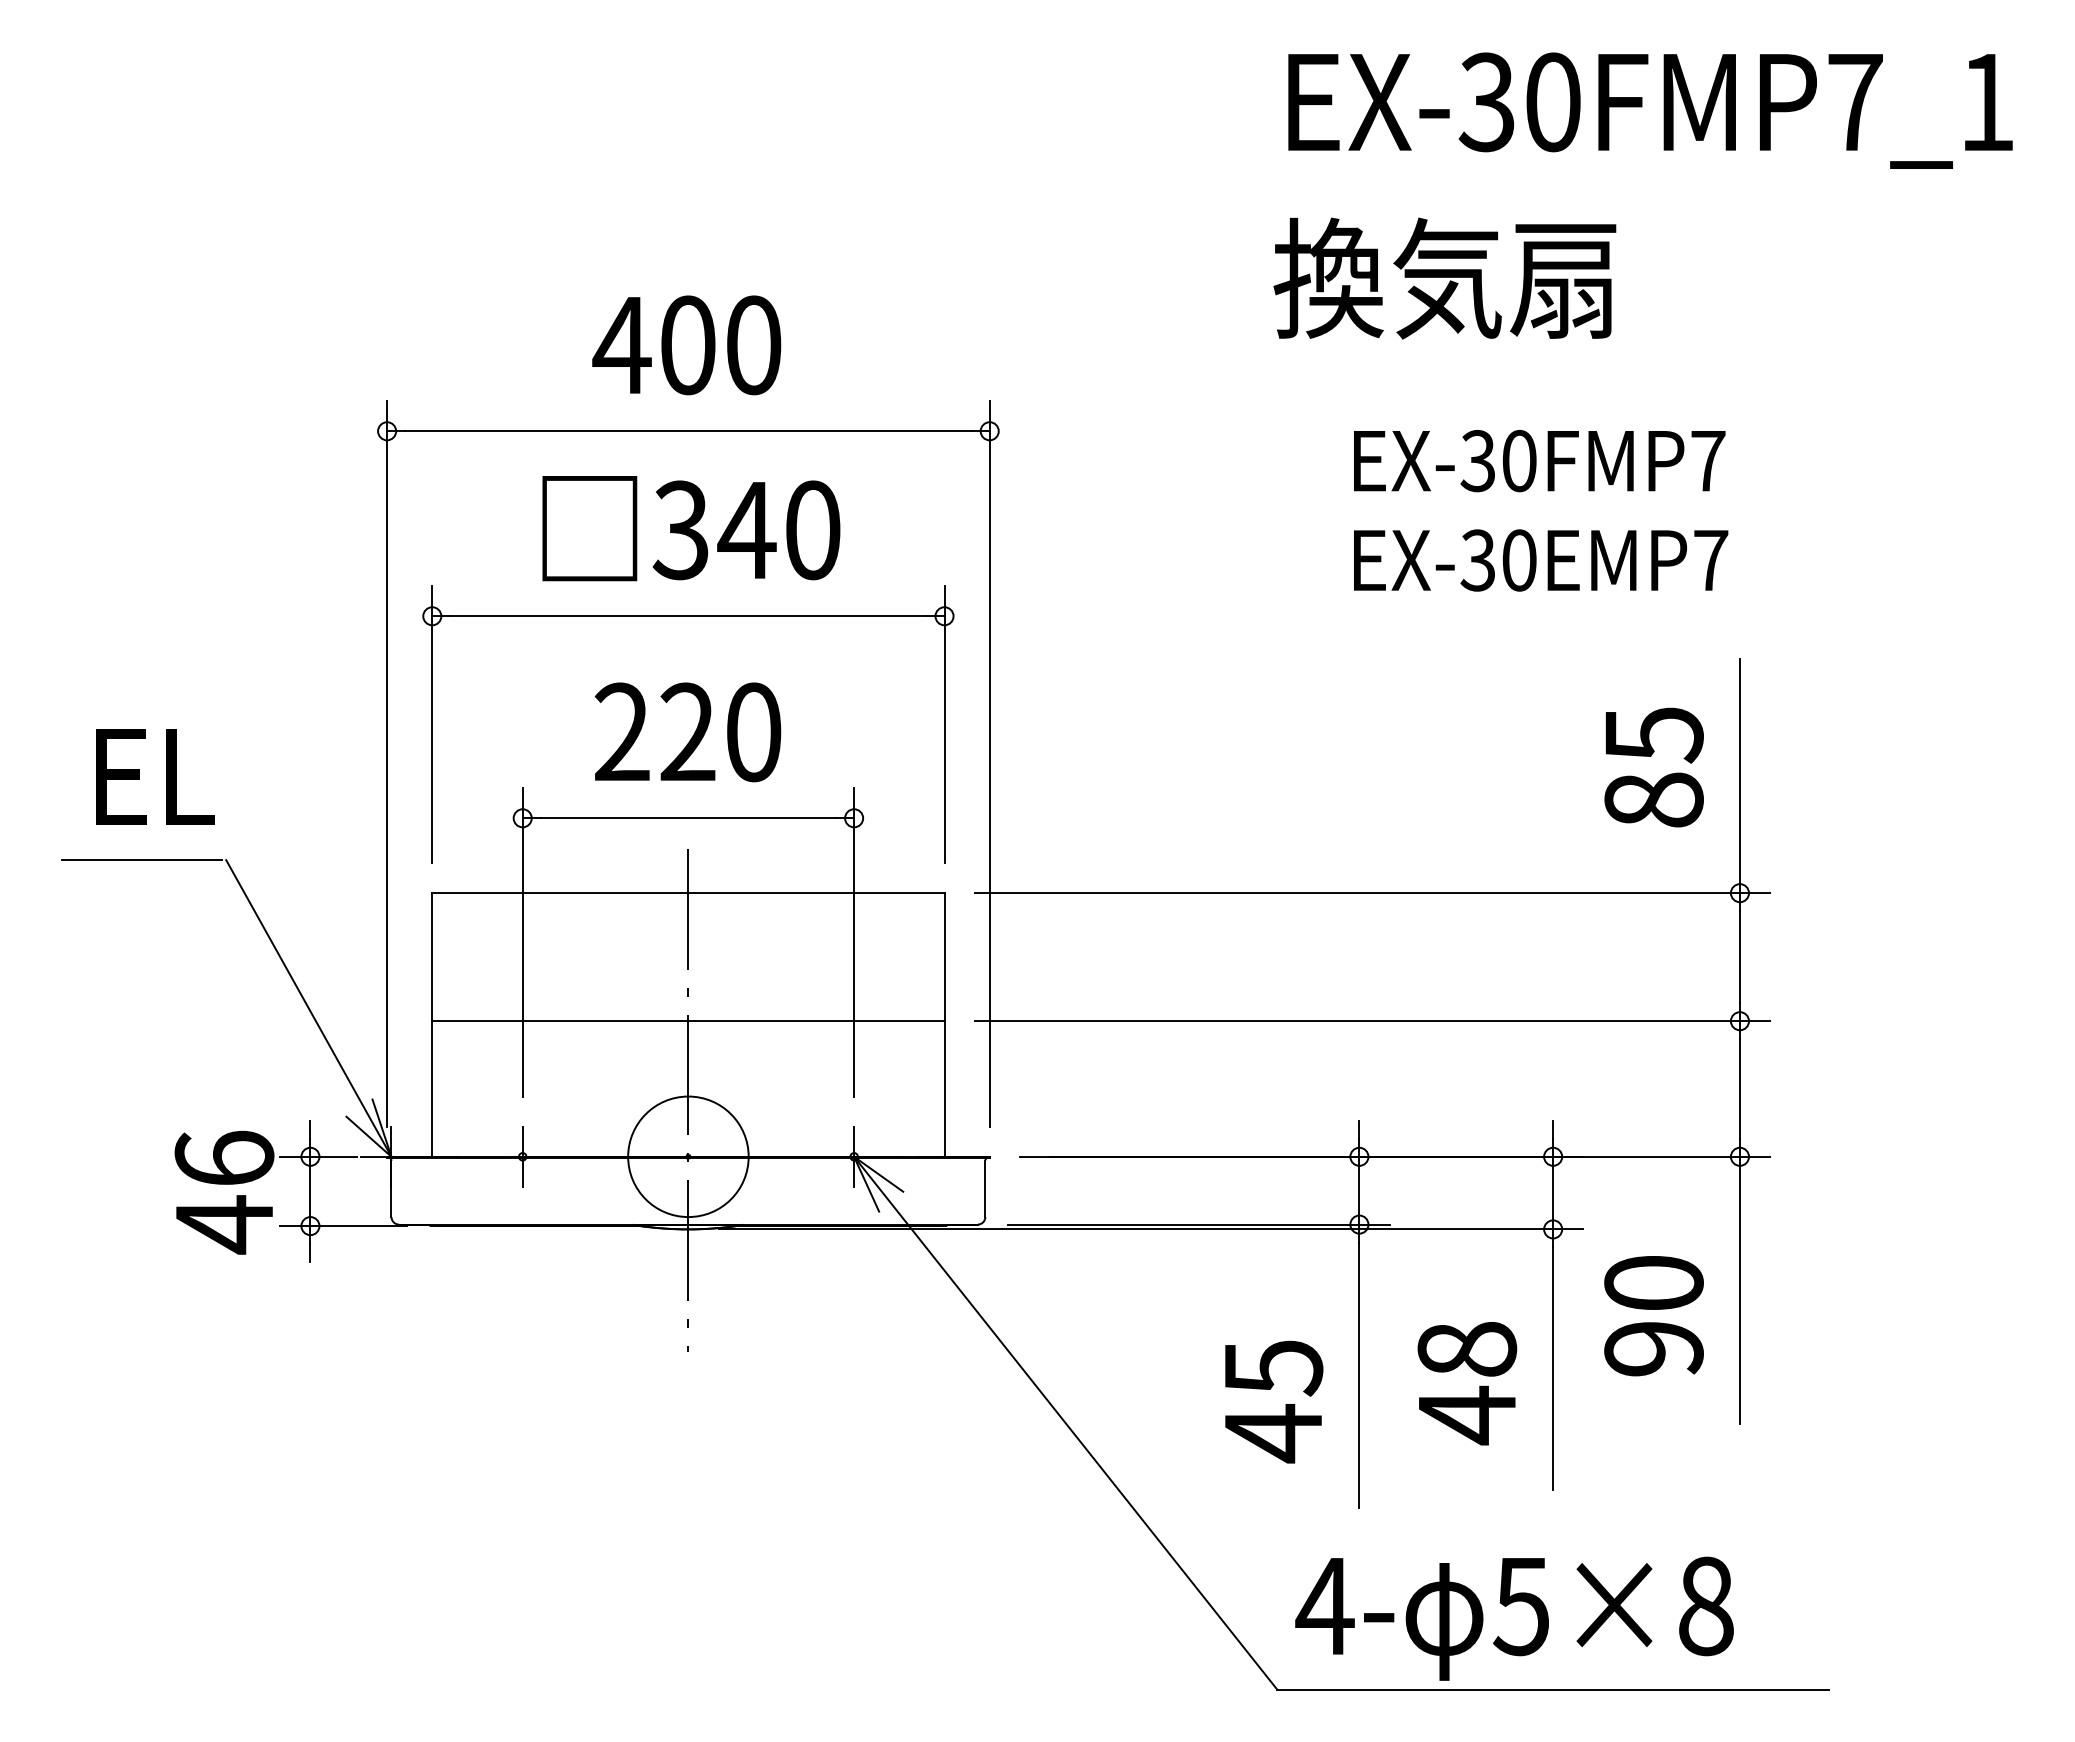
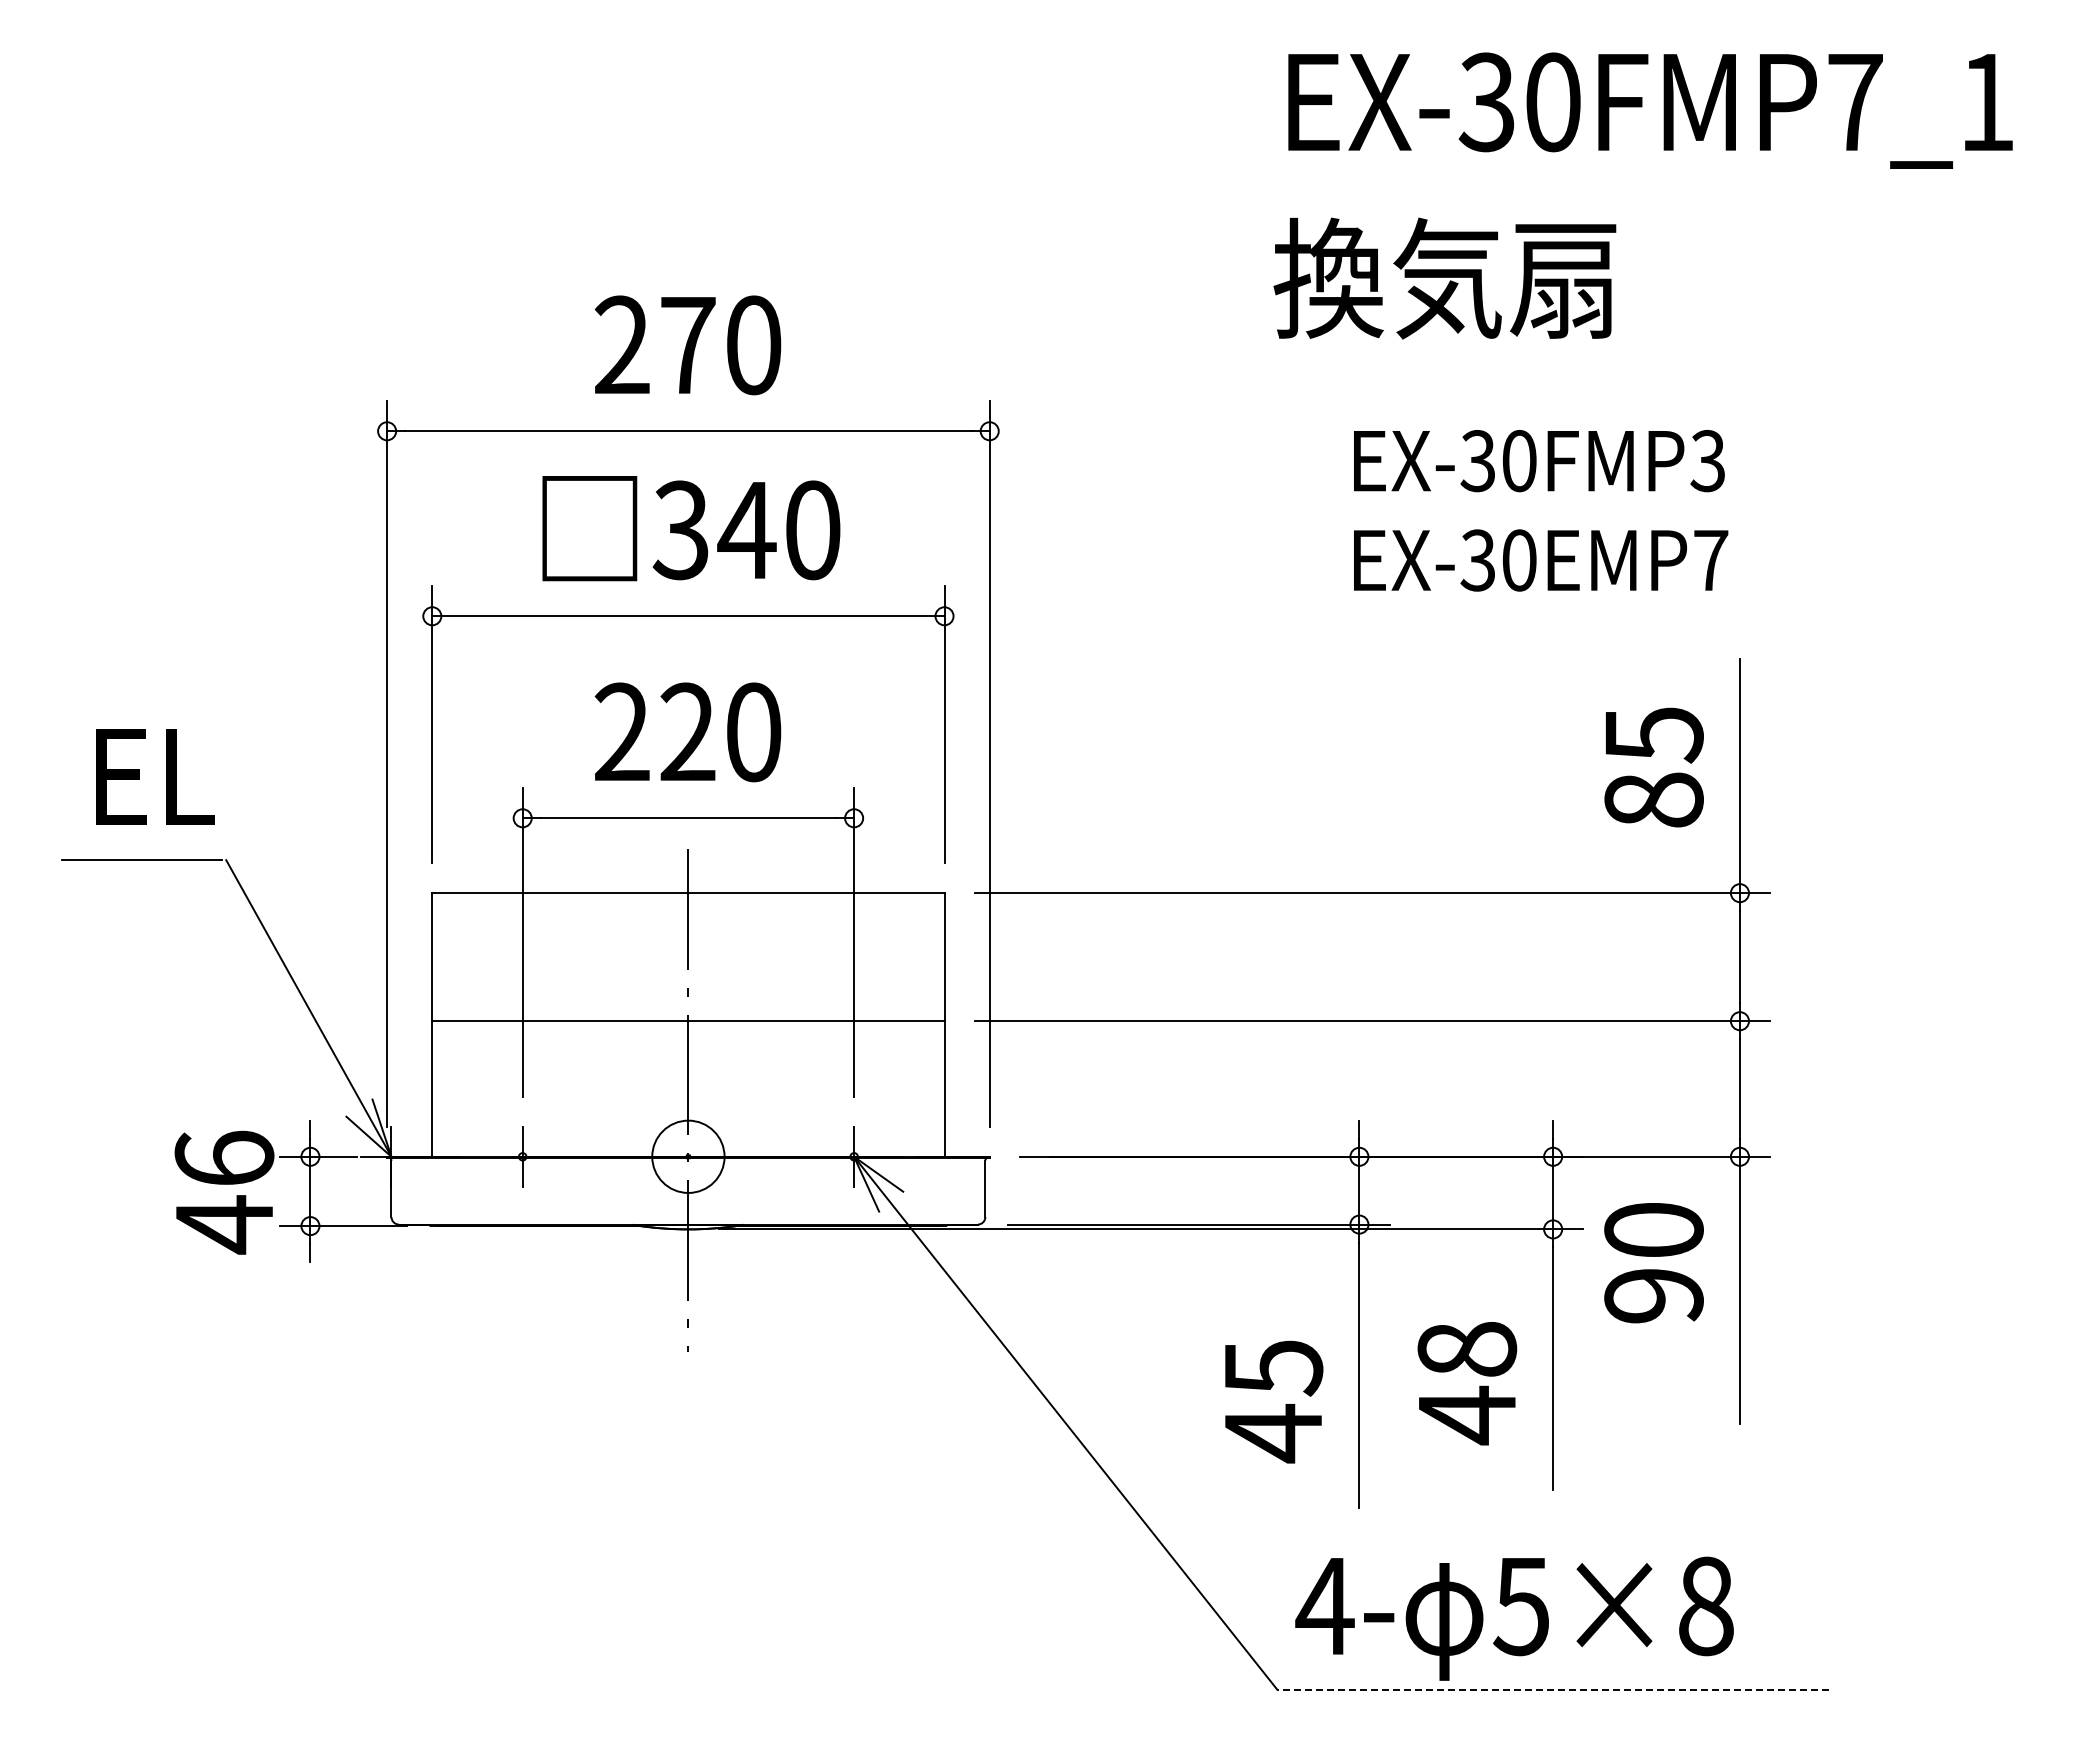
text at (653, 345): 400 -> 270
text at (1707, 461): EX-30FMP7 -> EX-30FMP3
circle at (688, 1156) diameter: 121 px -> 72 px
text at (1653, 1316) position: (1653, 1316) -> (1653, 1263)
line at (1553, 1689): solid -> dashed
